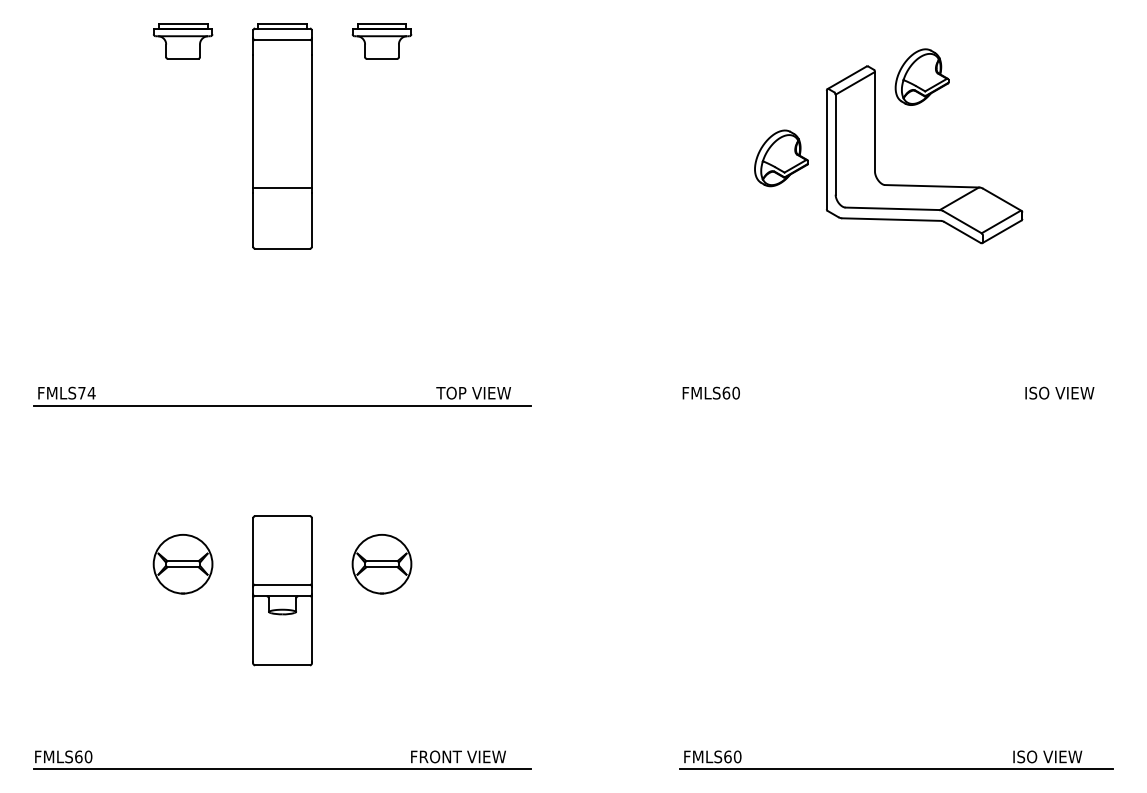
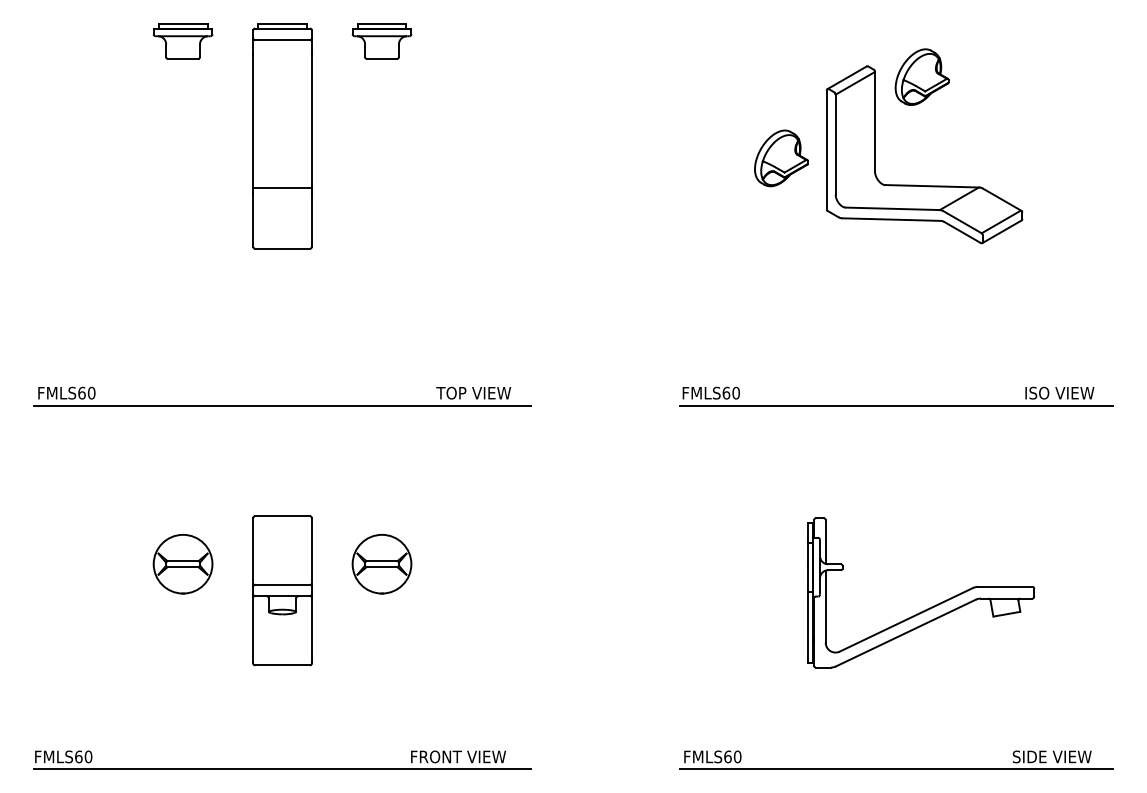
text at (86, 392): FMLS74 -> FMLS60
line at (895, 405): none -> present
part at (929, 607): none -> present
text at (1051, 756): ISO VIEW -> SIDE VIEW
